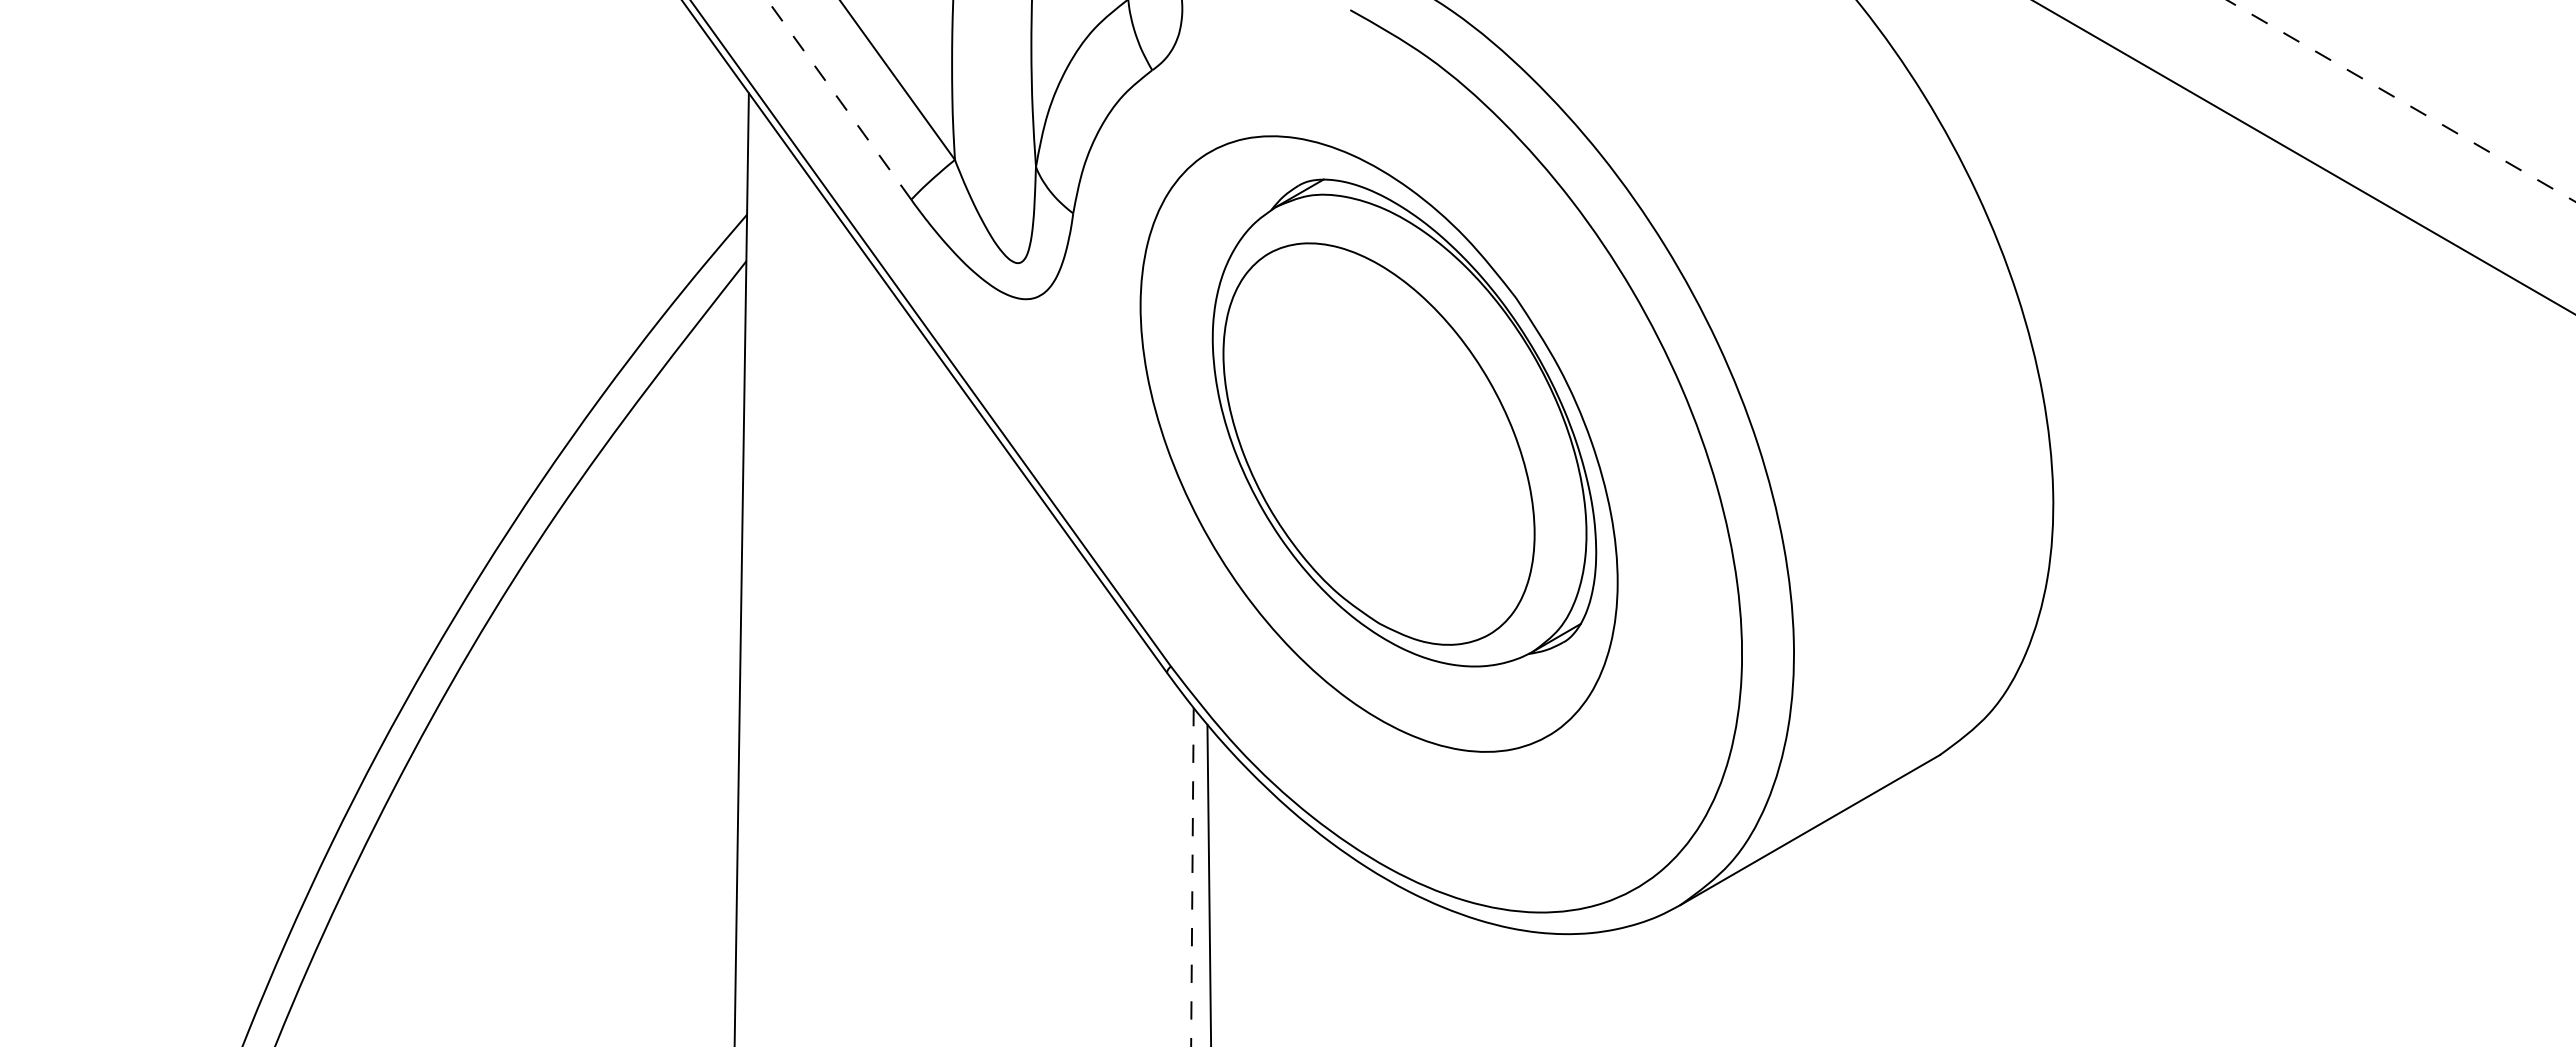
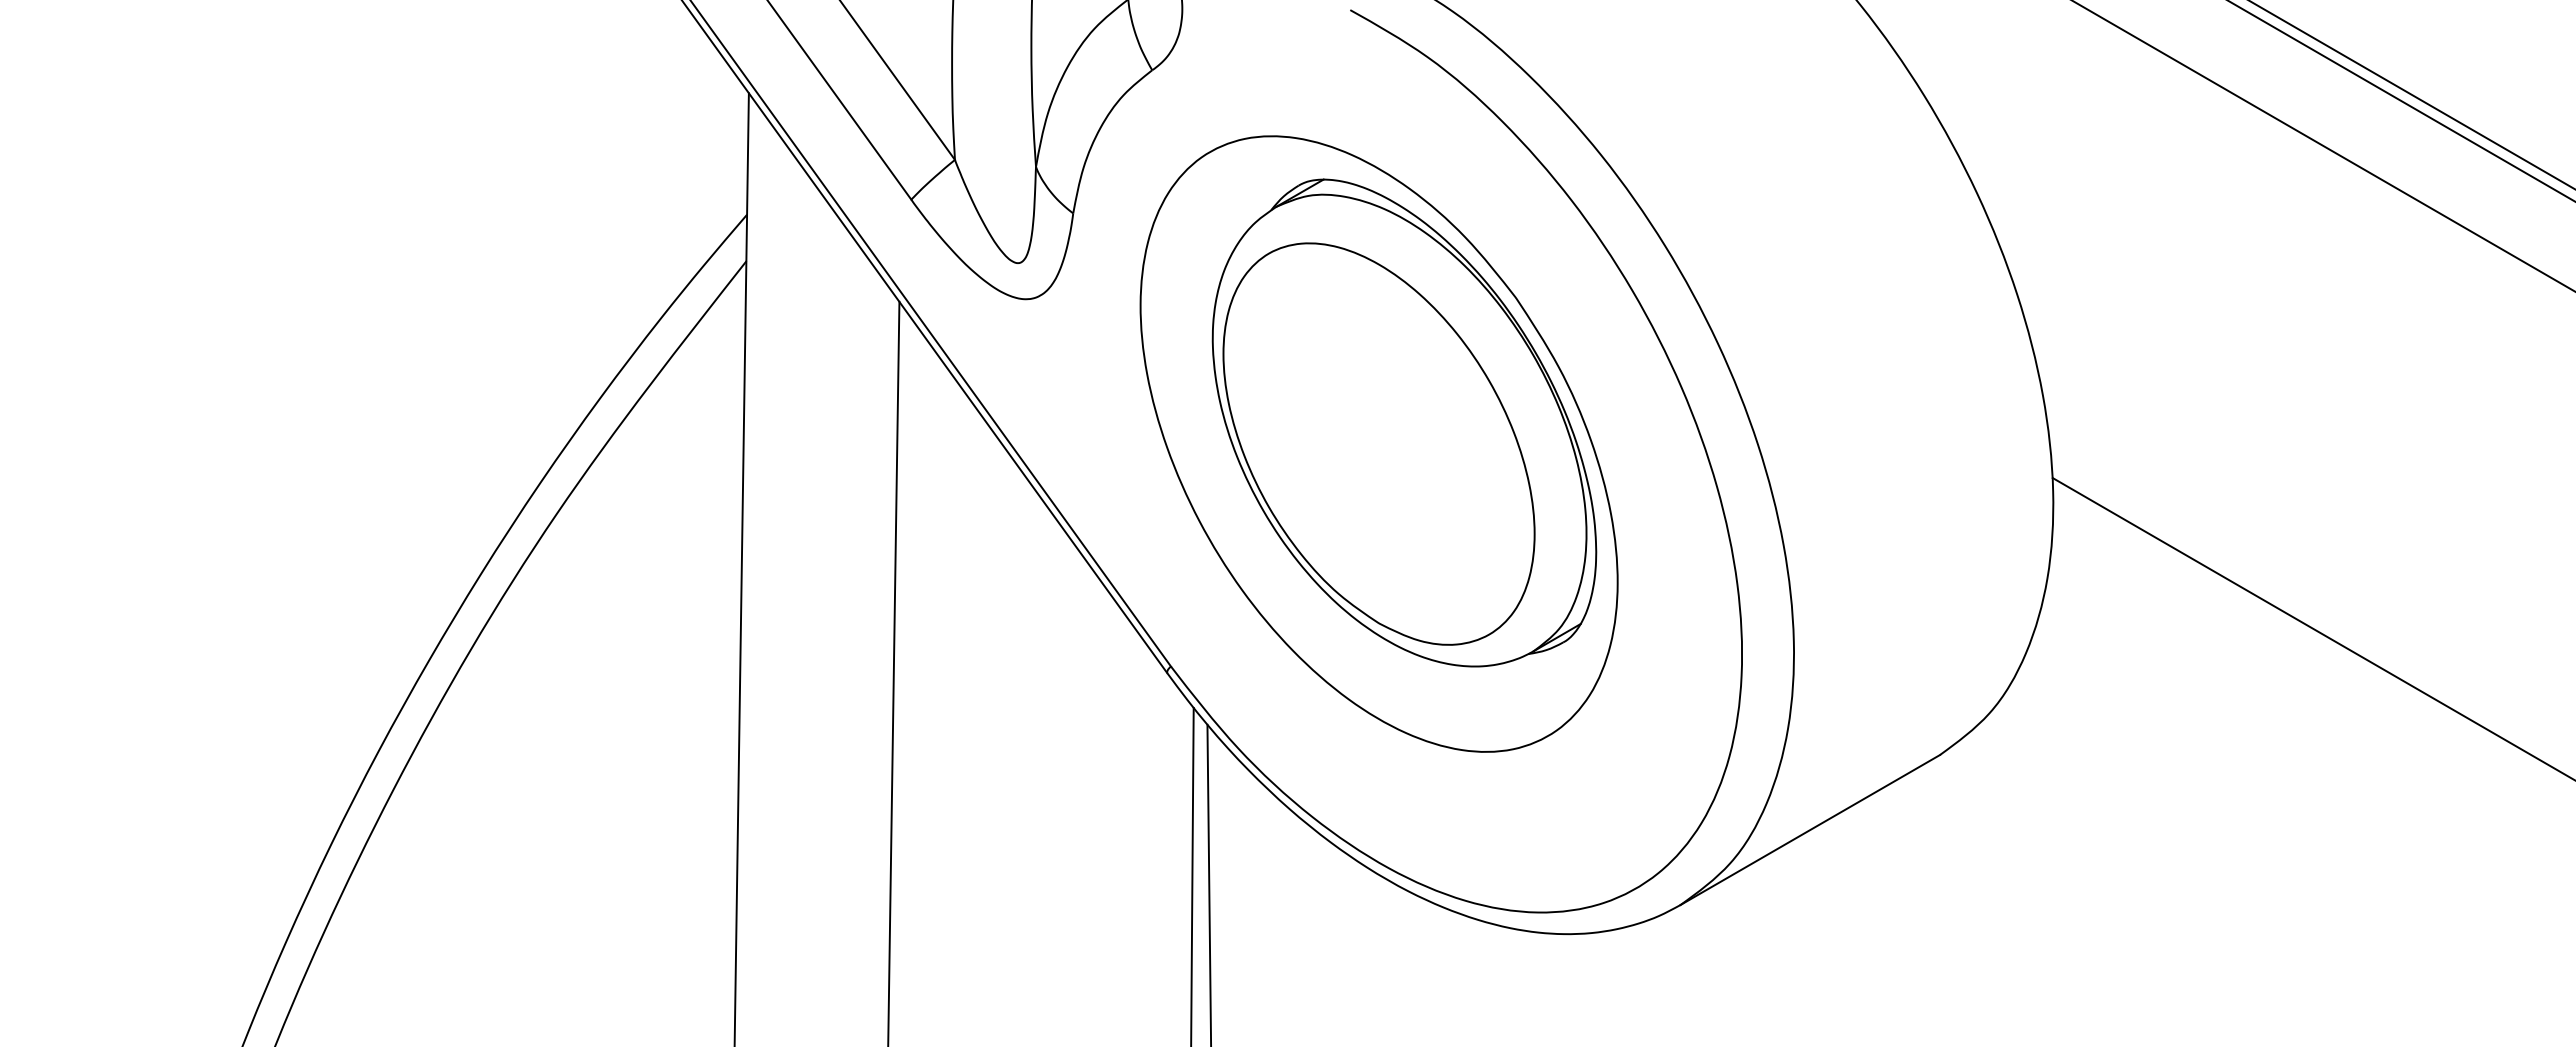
line at (2412, 94): none -> present
line at (839, 100): dashed -> solid
line at (2401, 101): dashed -> solid
line at (2303, 157) position: (2303, 157) -> (2323, 146)
line at (2312, 628): none -> present
line at (893, 672): none -> present
line at (1192, 877): dashed -> solid
